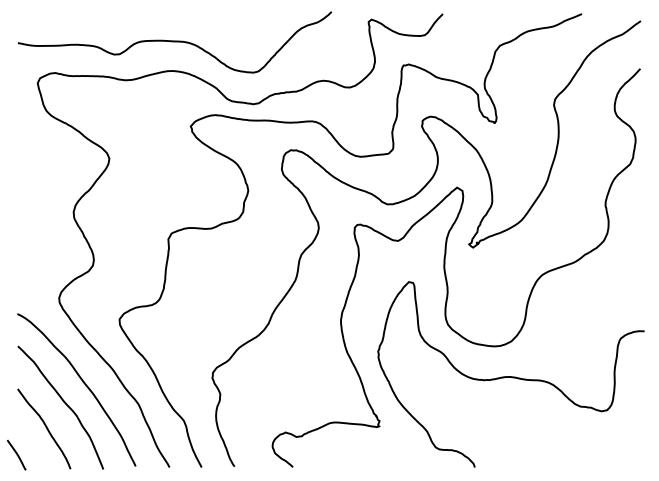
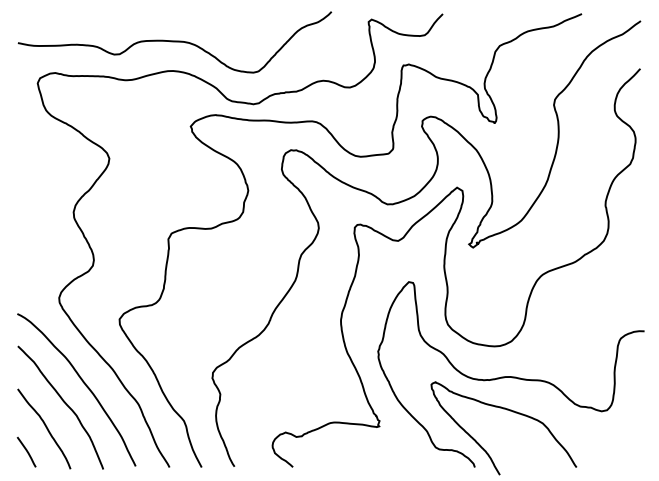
curve at (512, 412): none -> present
curve at (16, 454) position: (16, 454) -> (26, 451)
